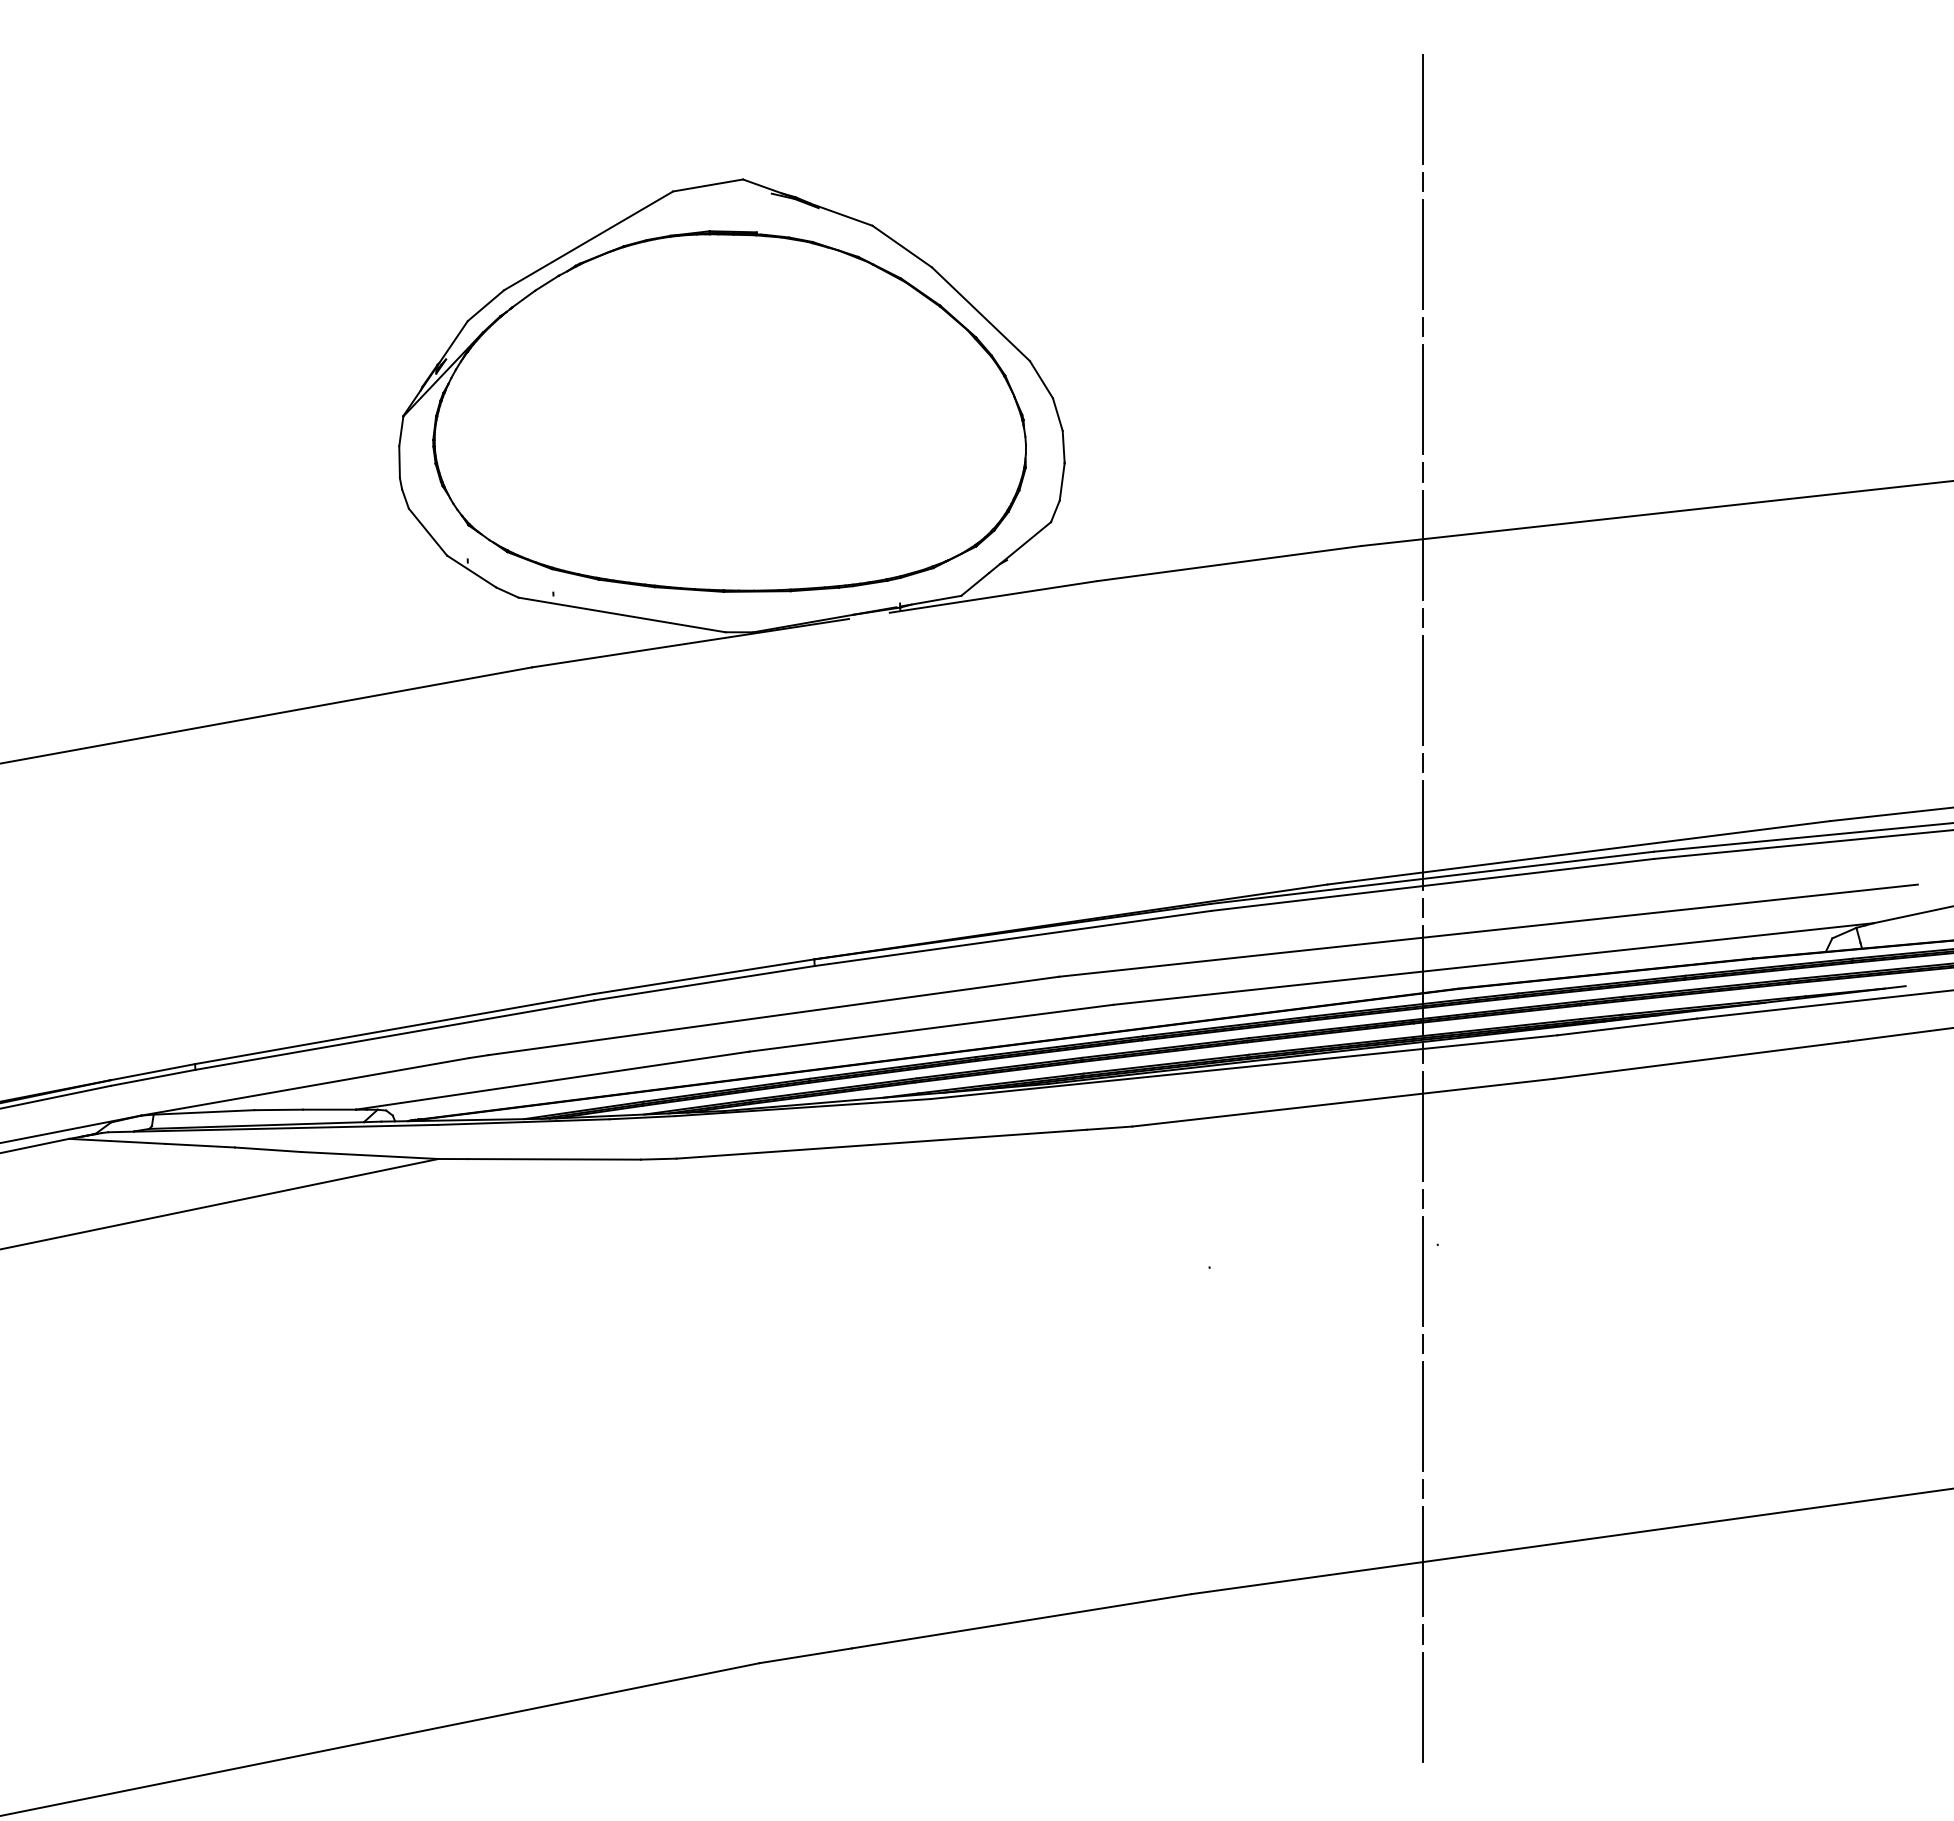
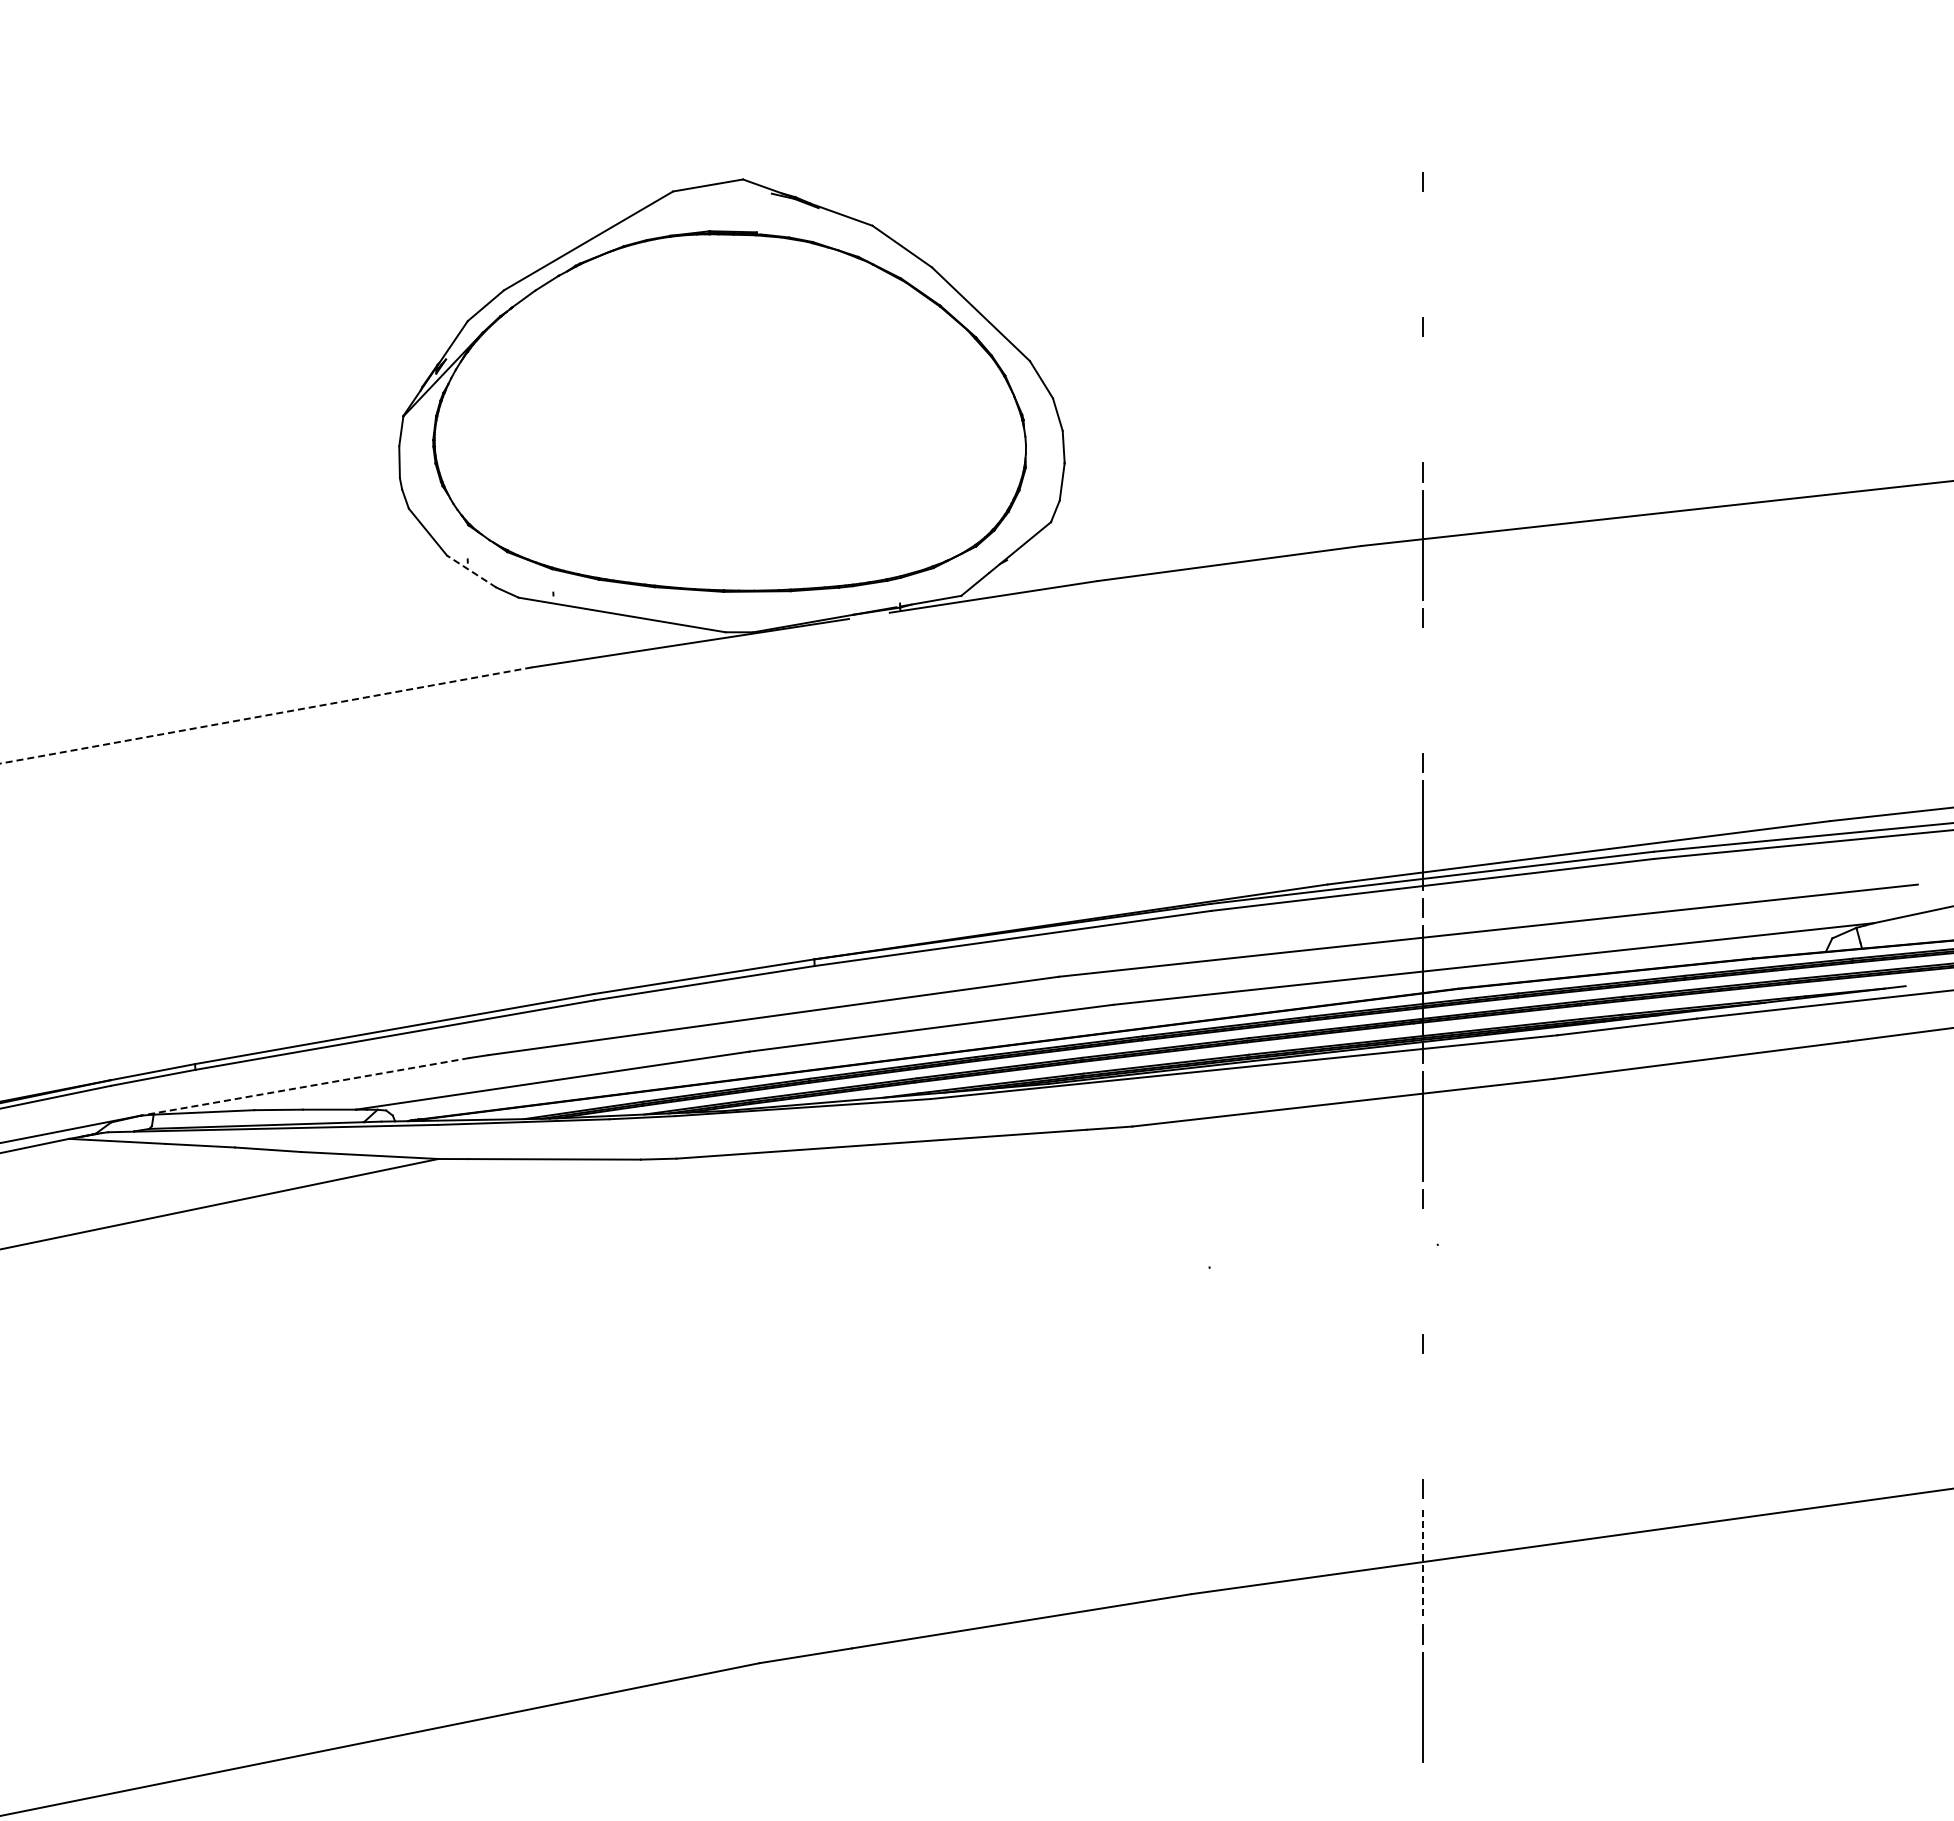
line at (1422, 109): present -> none
line at (1422, 254): present -> none
line at (1422, 399): present -> none
line at (471, 571): solid -> dashed
line at (1422, 690): present -> none
line at (266, 715): solid -> dashed
line at (305, 1086): solid -> dashed
line at (1422, 1271): present -> none
line at (1422, 1416): present -> none
line at (1422, 1561): solid -> dashed
